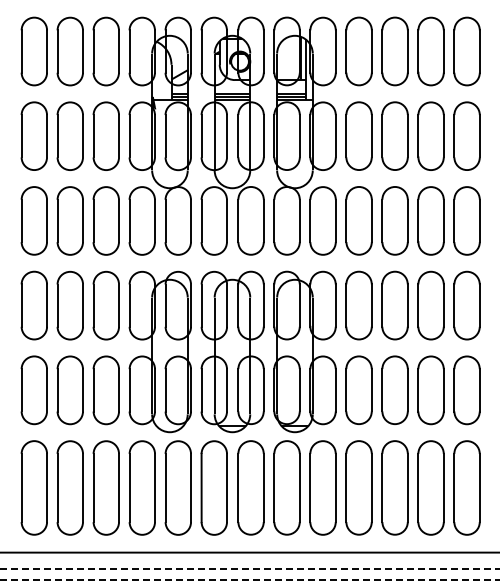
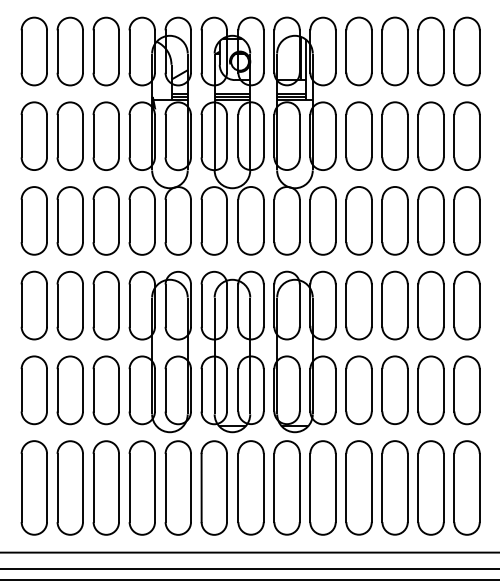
line at (250, 569): dashed -> solid
line at (250, 579): dashed -> solid
